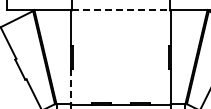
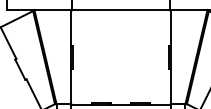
line at (121, 10): dashed -> solid
line at (71, 86): dashed -> solid
